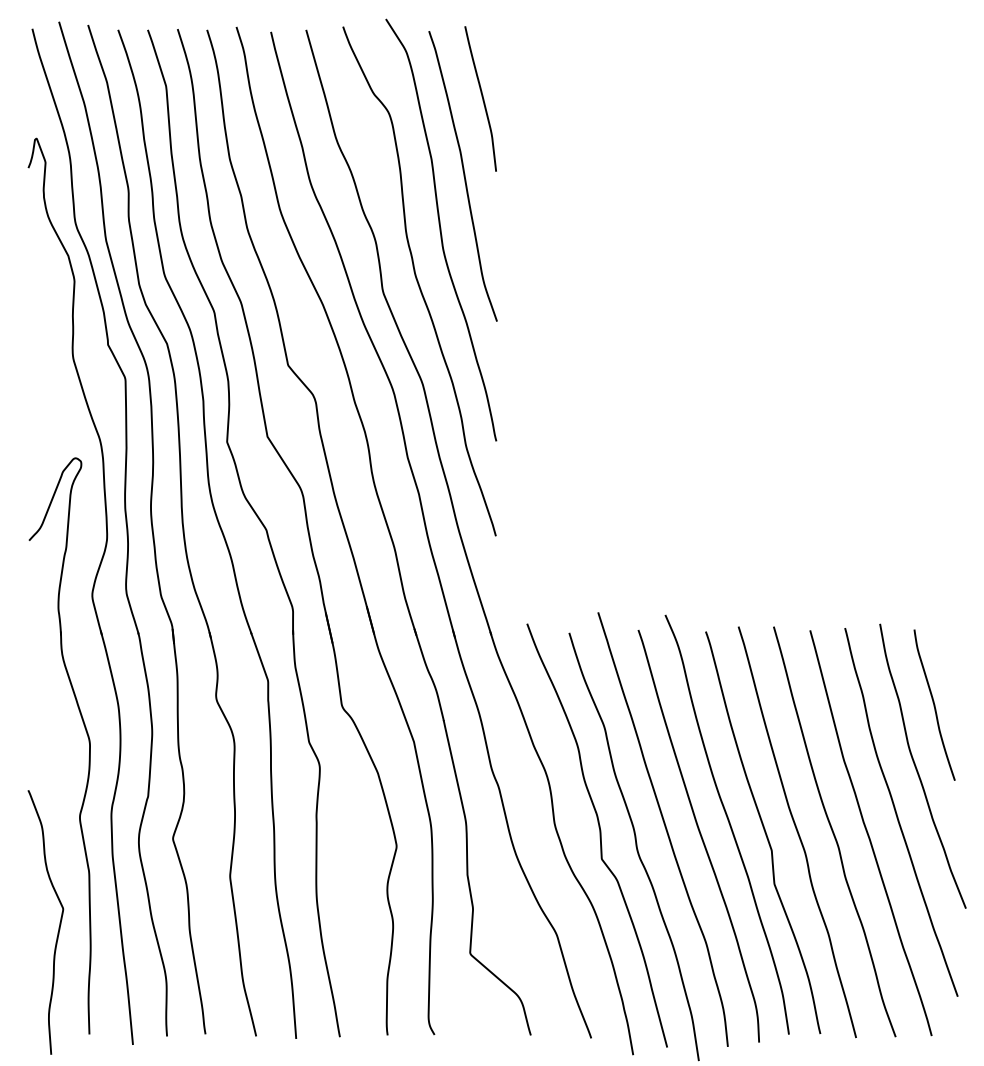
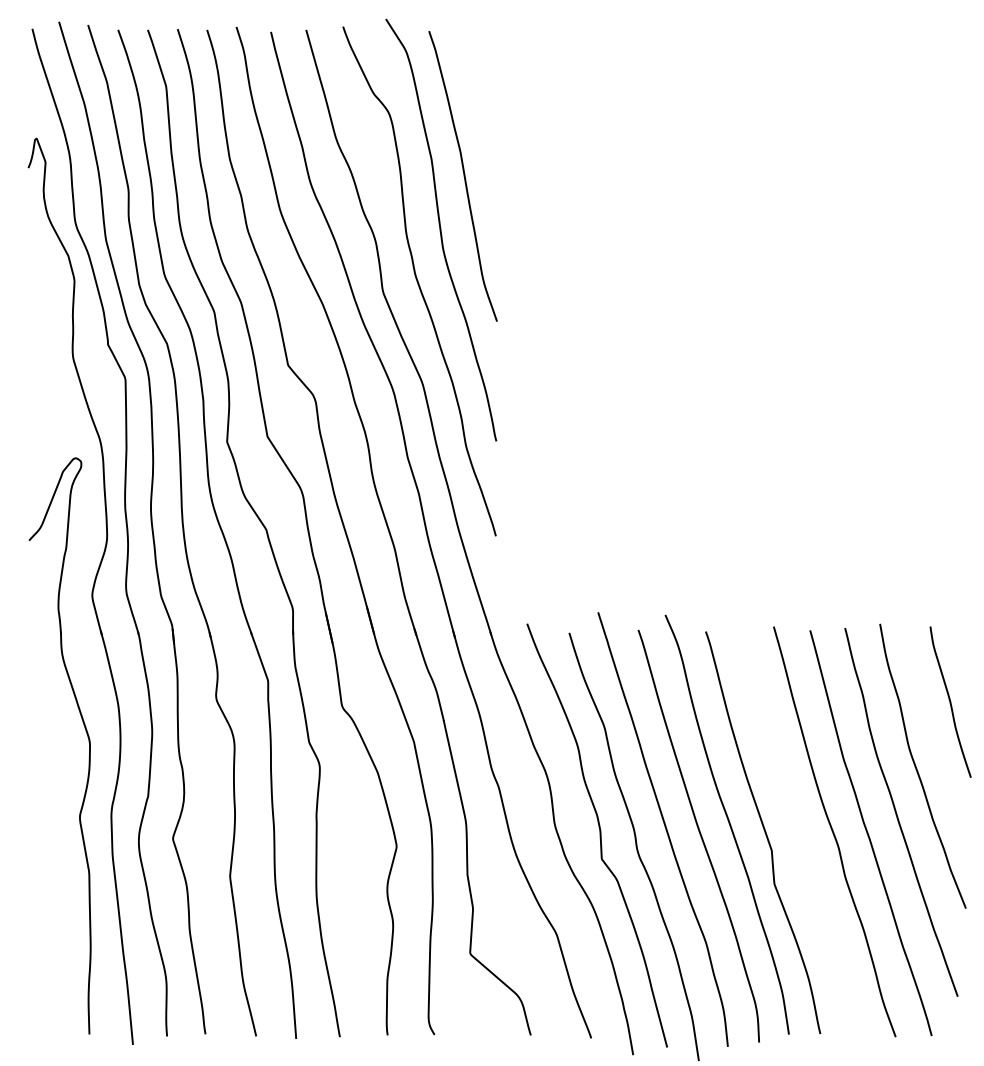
curve at (482, 98): present -> none
curve at (934, 704) position: (934, 704) -> (950, 701)
curve at (796, 831): present -> none
curve at (58, 927): present -> none
